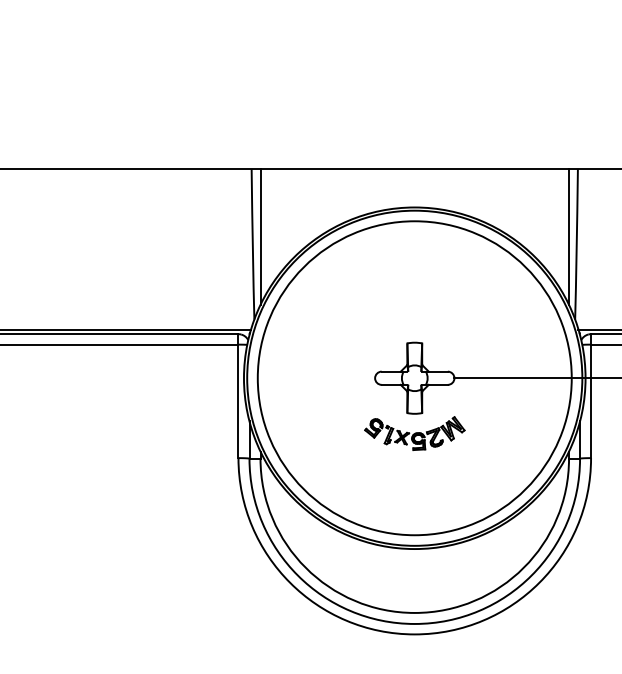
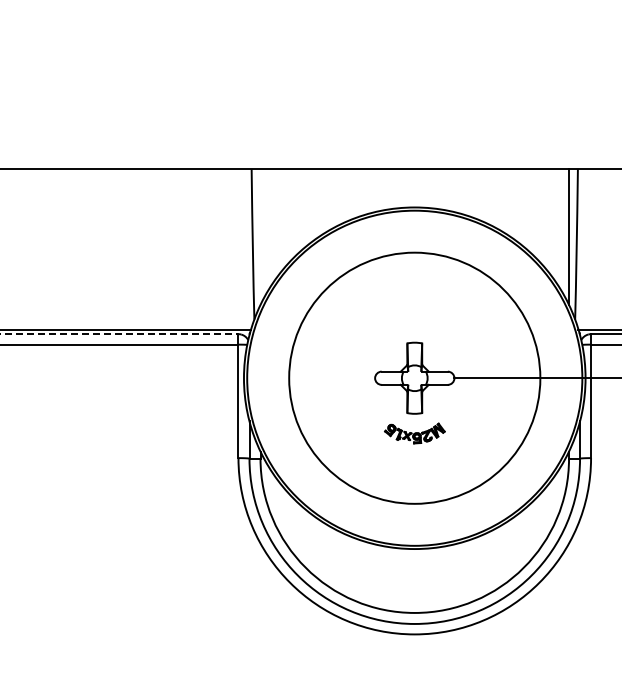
line at (260, 236): present -> none
line at (119, 334): solid -> dashed
circle at (414, 378) diameter: 314 px -> 251 px
part at (414, 433) size: 102x35 px -> 62x23 px
